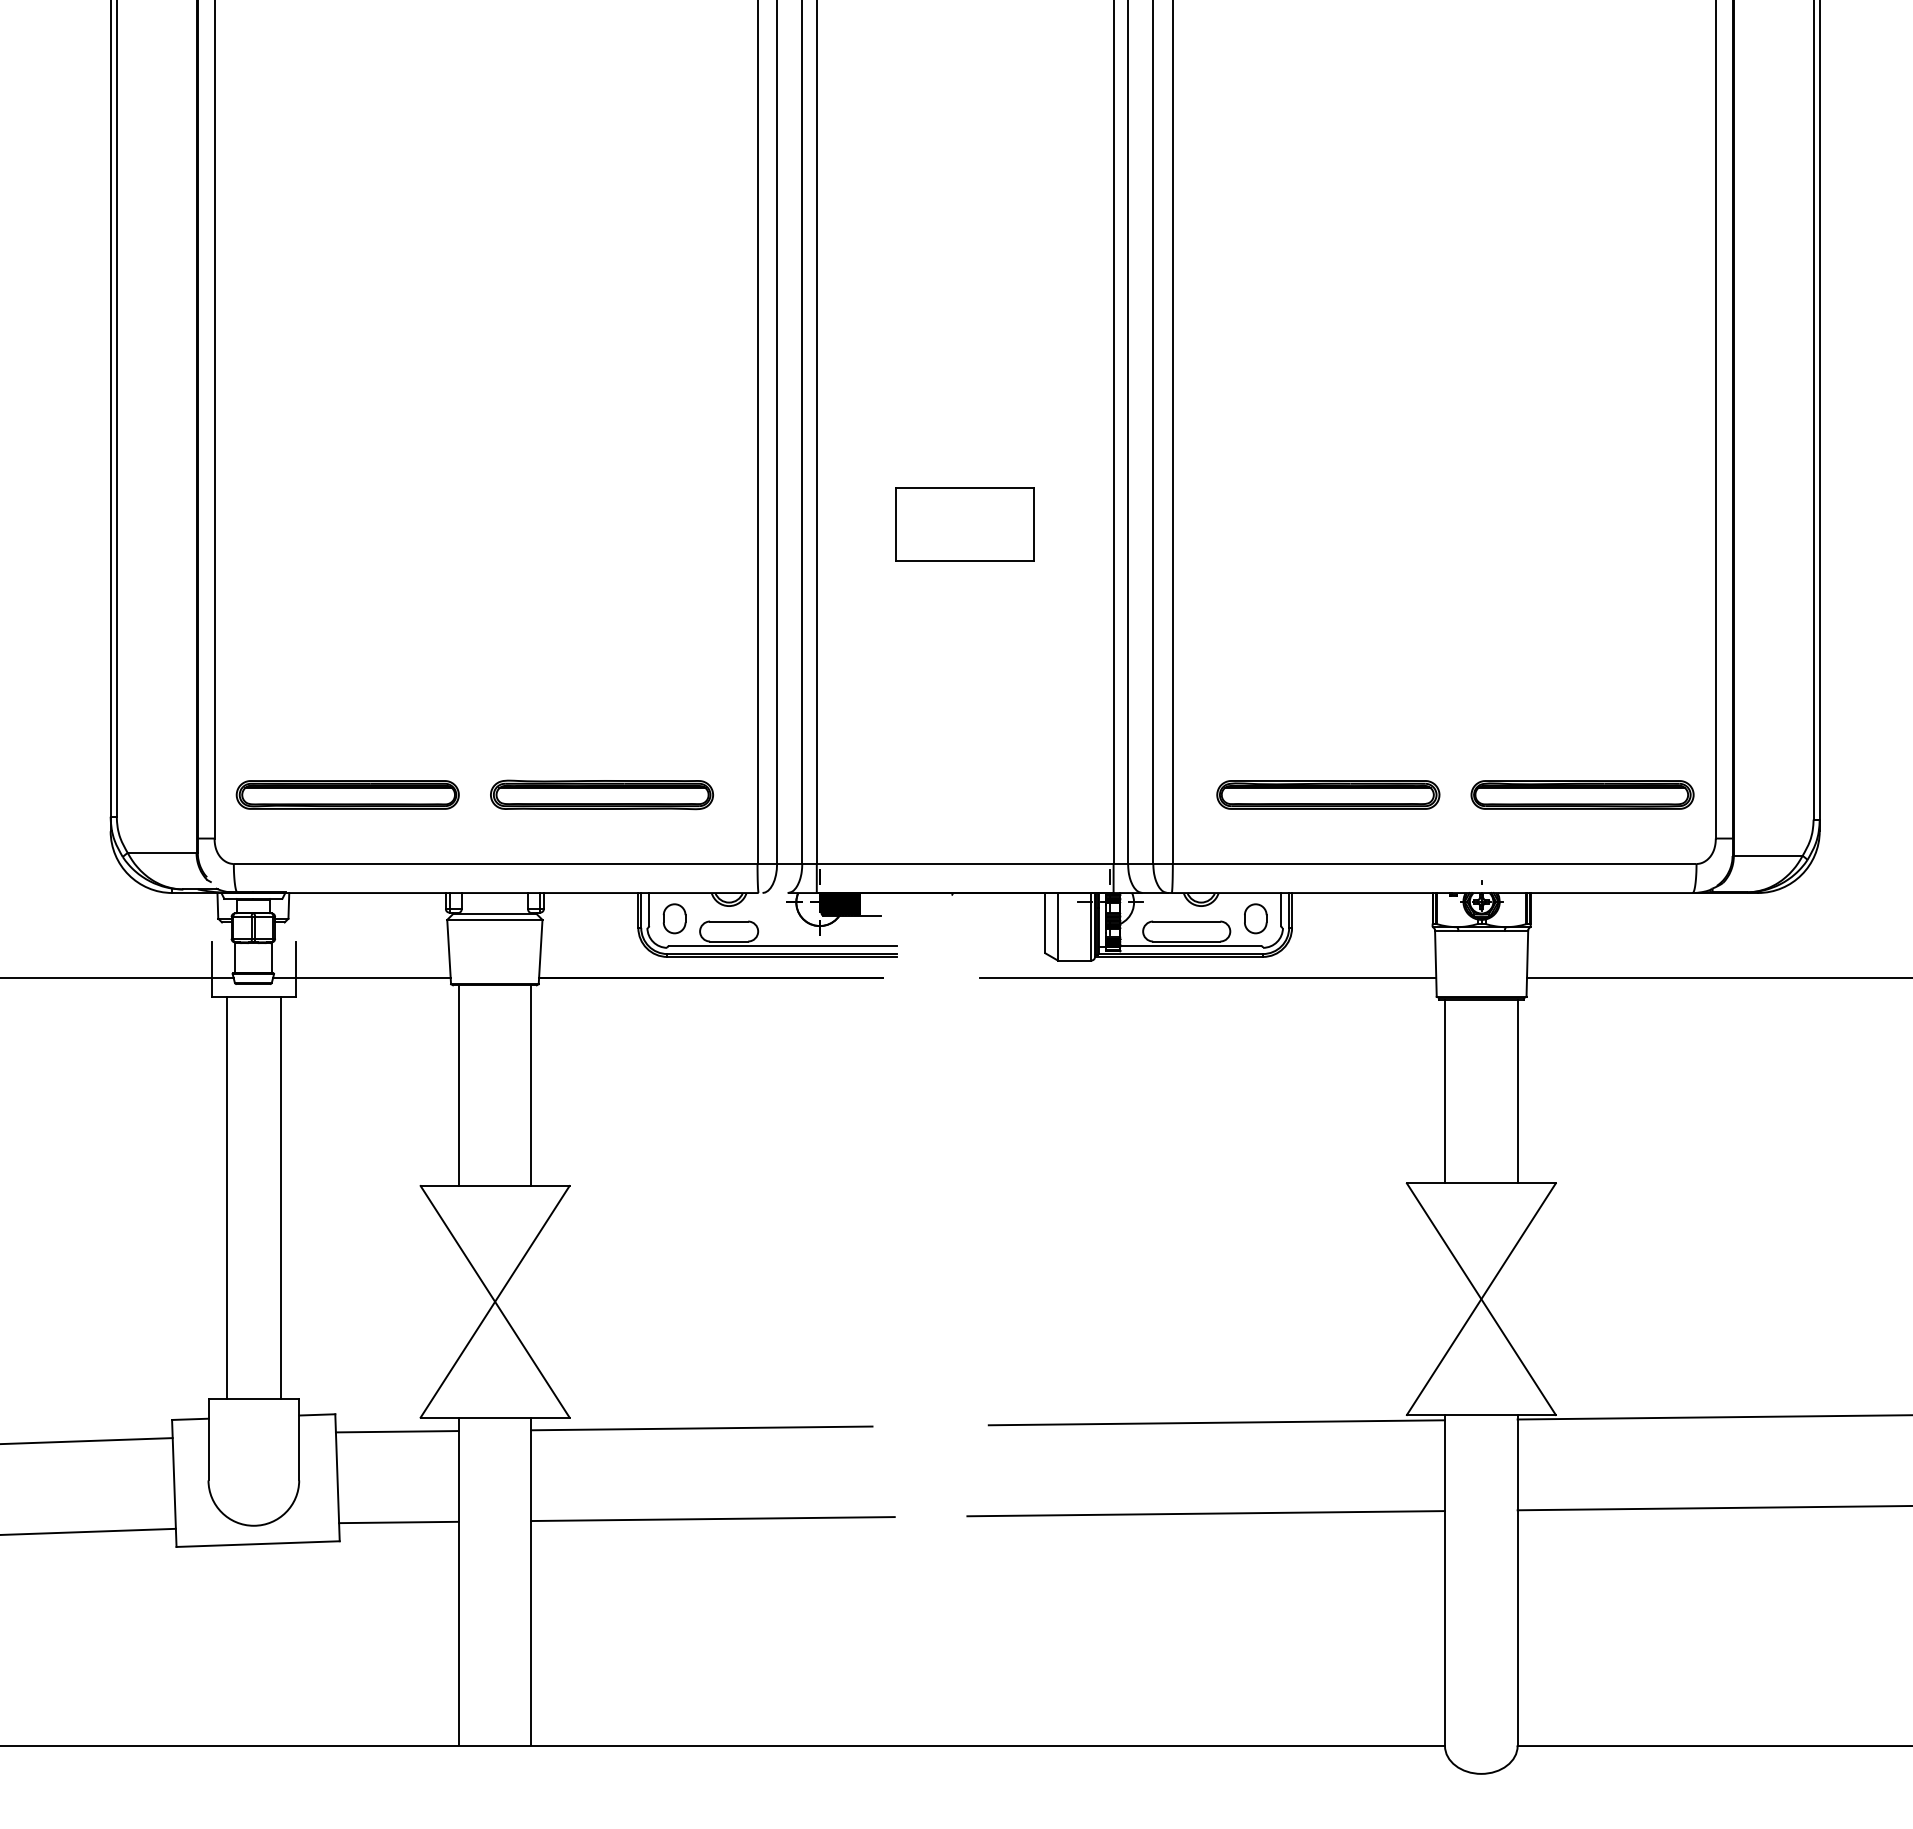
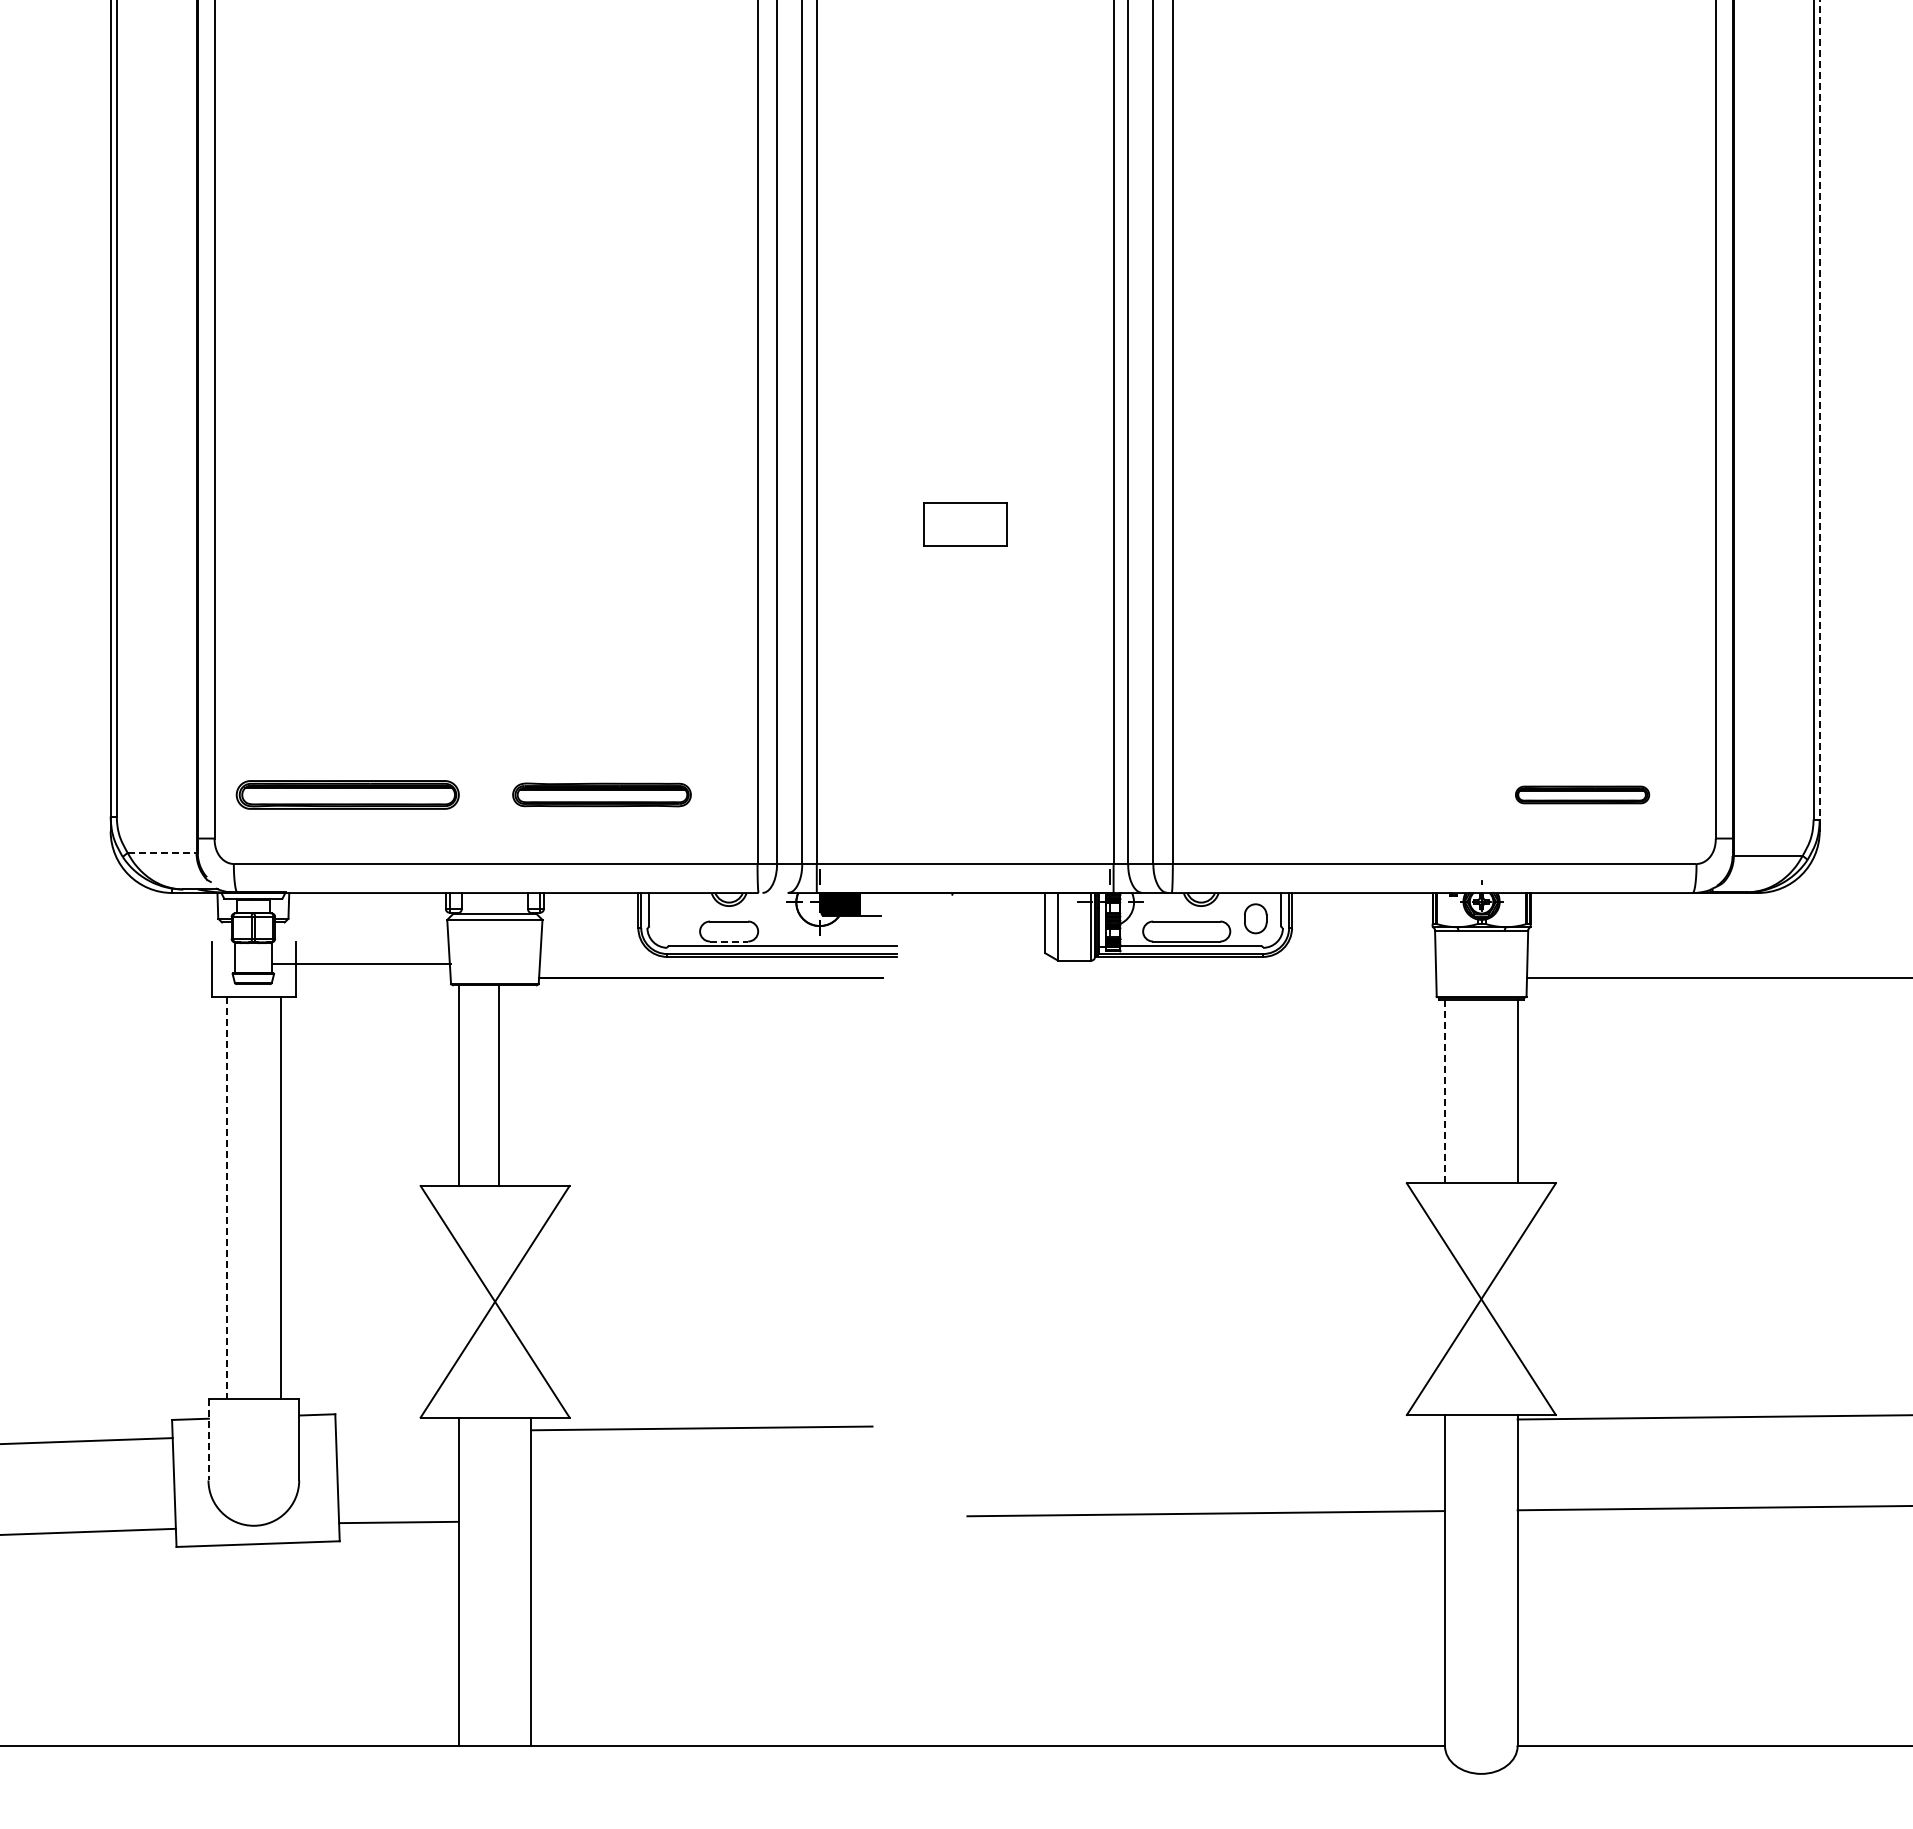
line at (1819, 410): solid -> dashed
part at (964, 524) size: 140x75 px -> 85x45 px
part at (601, 794) size: 224x32 px -> 180x26 px
part at (1328, 794): present -> none
part at (1582, 794) size: 225x30 px -> 136x20 px
line at (162, 853): solid -> dashed
part at (674, 918): present -> none
line at (729, 941): solid -> dashed
line at (117, 978): present -> none
line at (361, 978) position: (361, 978) -> (361, 964)
line at (1208, 978): present -> none
line at (531, 1085) position: (531, 1085) -> (499, 1085)
line at (1445, 1091): solid -> dashed
line at (226, 1197): solid -> dashed
line at (1216, 1422): present -> none
line at (396, 1431): present -> none
line at (208, 1439): solid -> dashed
line at (712, 1519): present -> none
